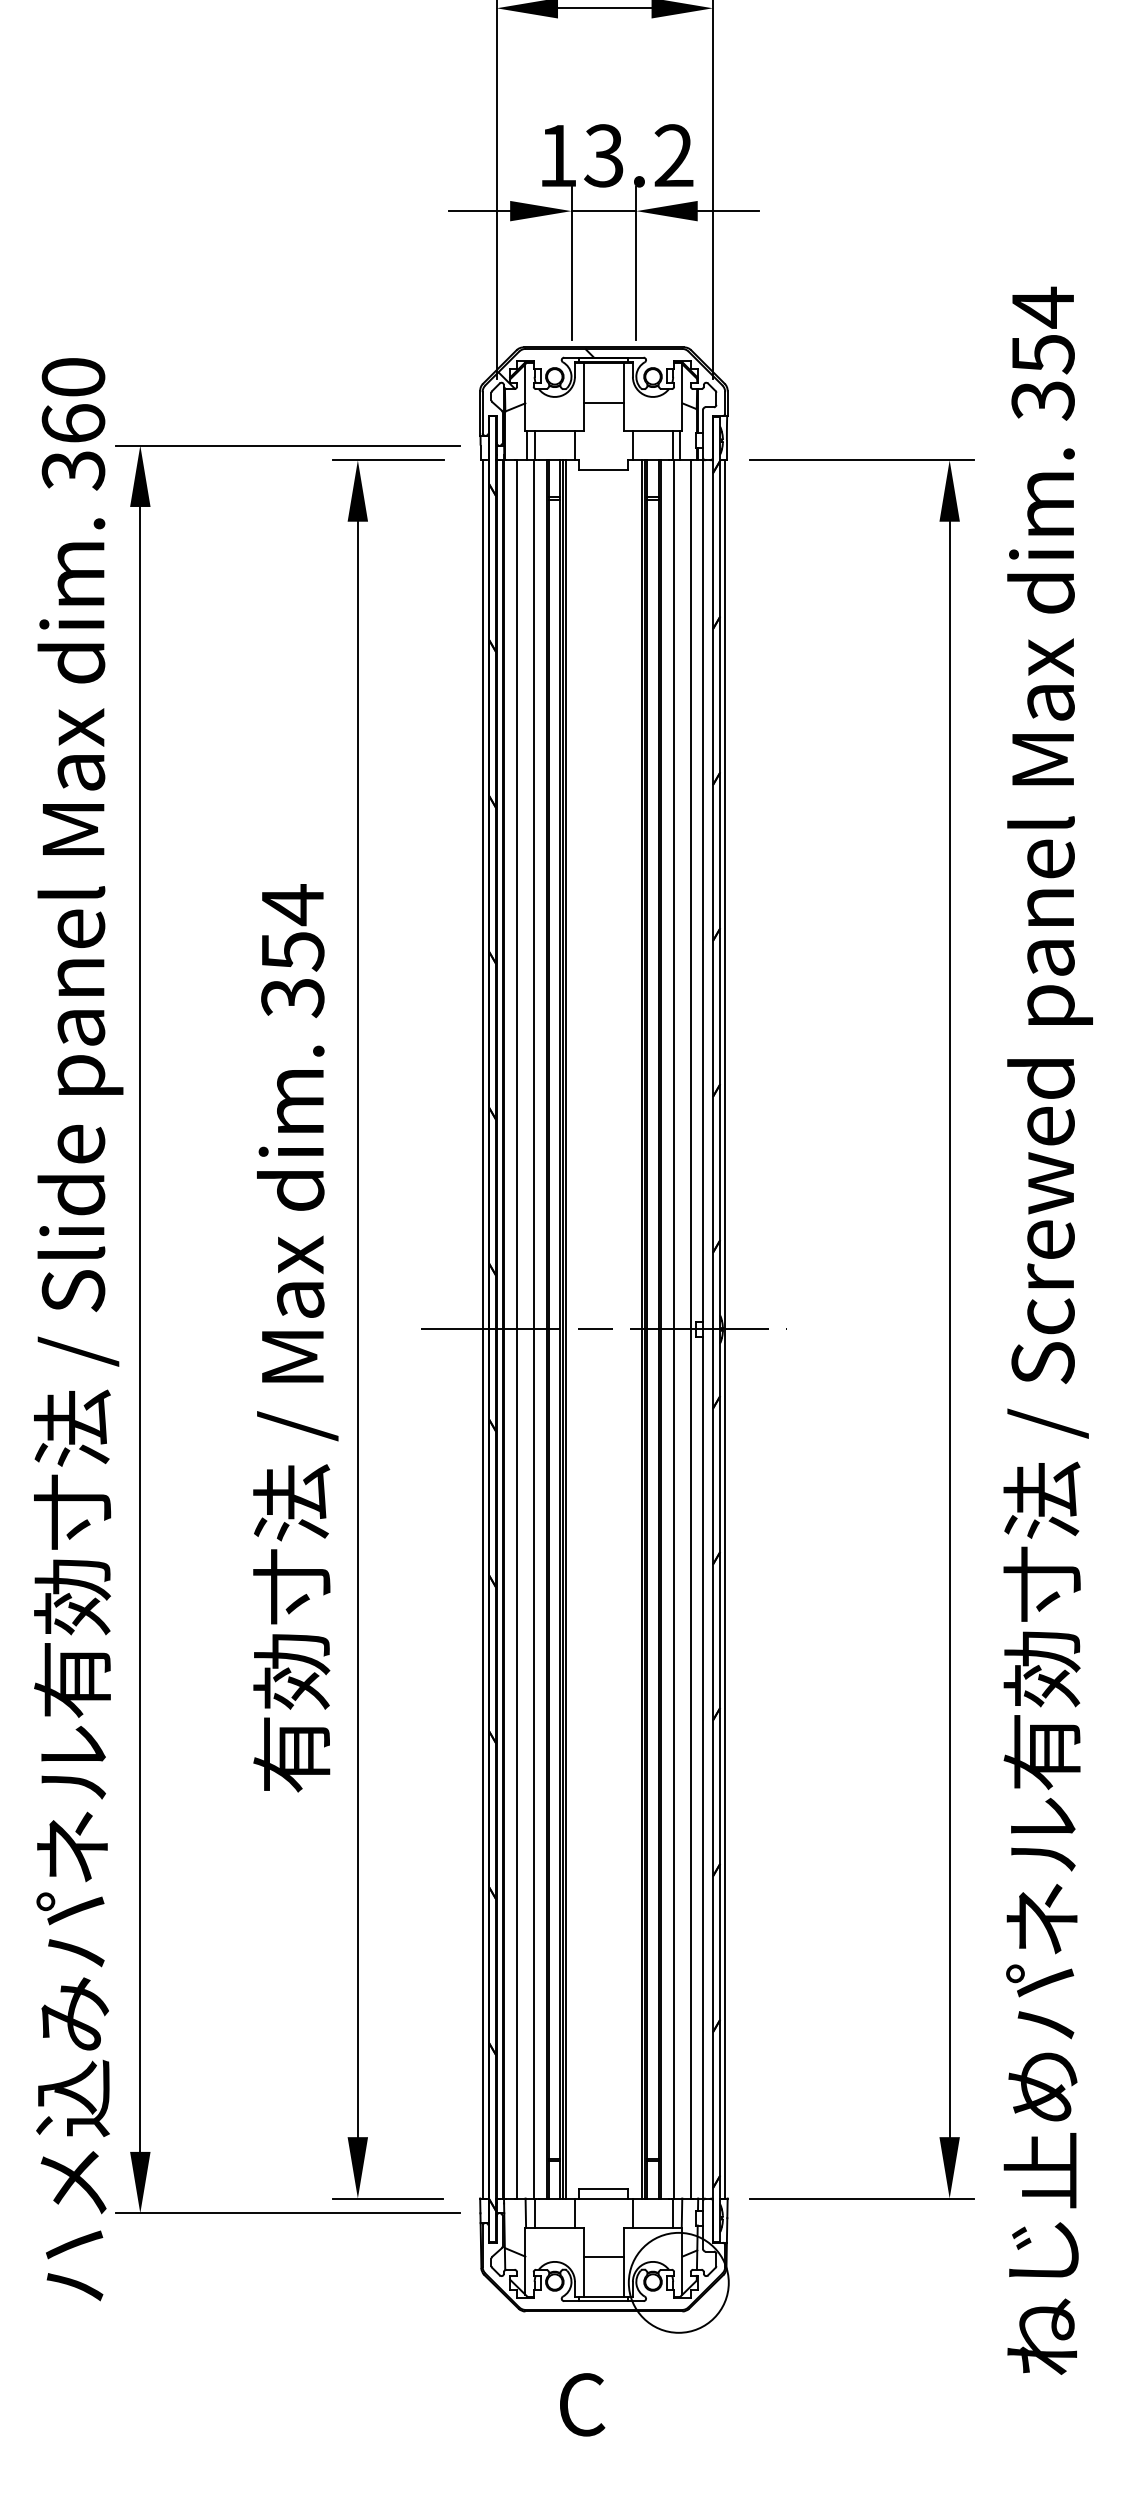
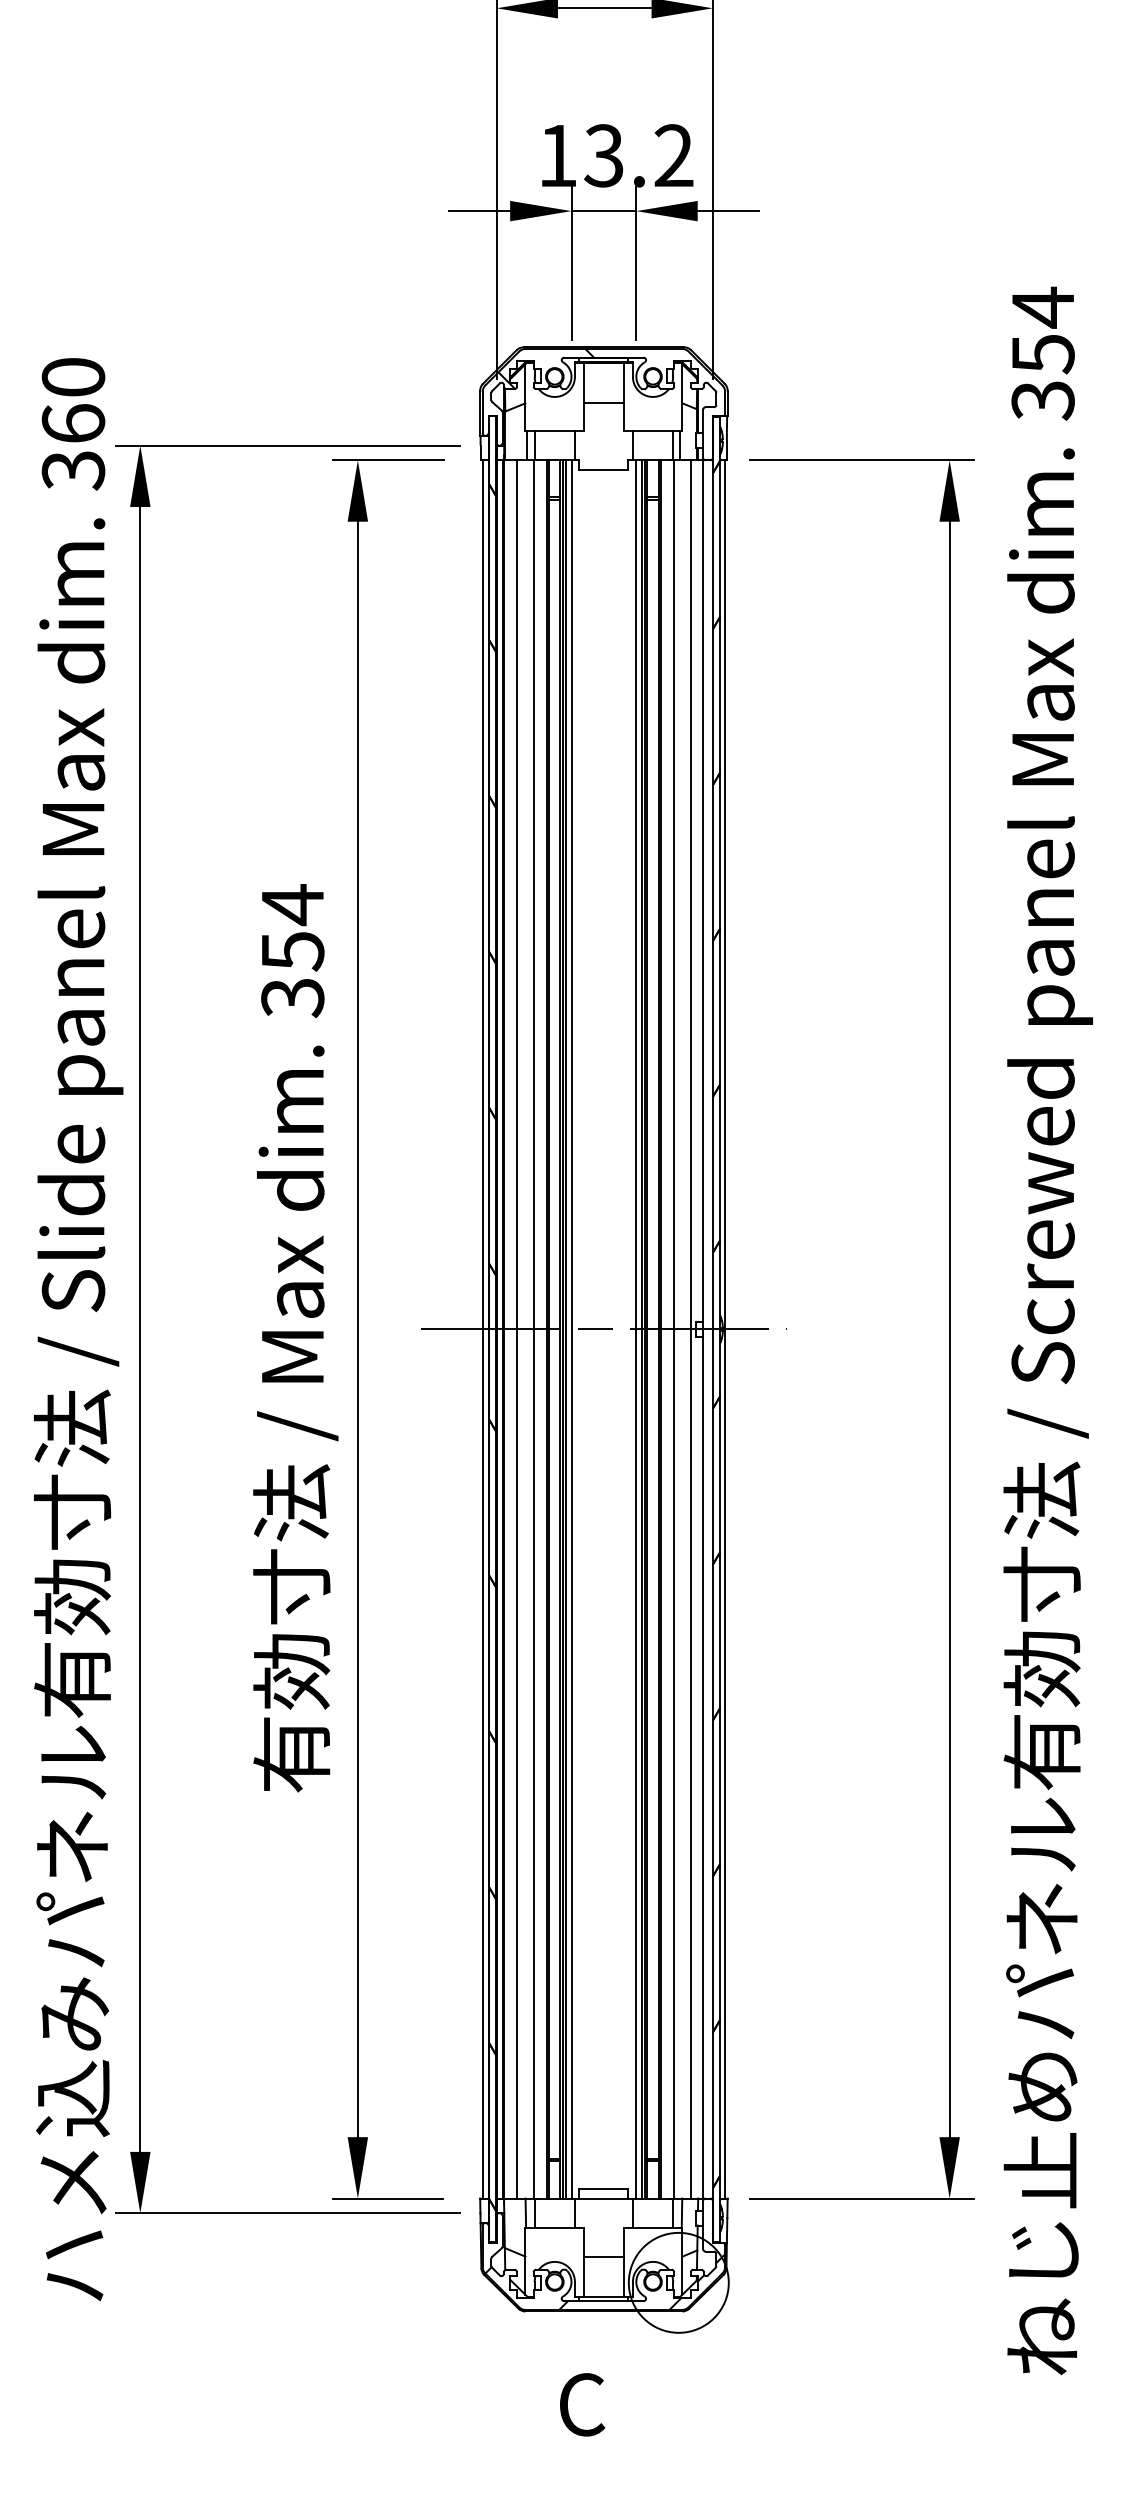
line at (571, 1329): none -> present
line at (636, 1329): none -> present
hatch at (605, 2282): none -> present
